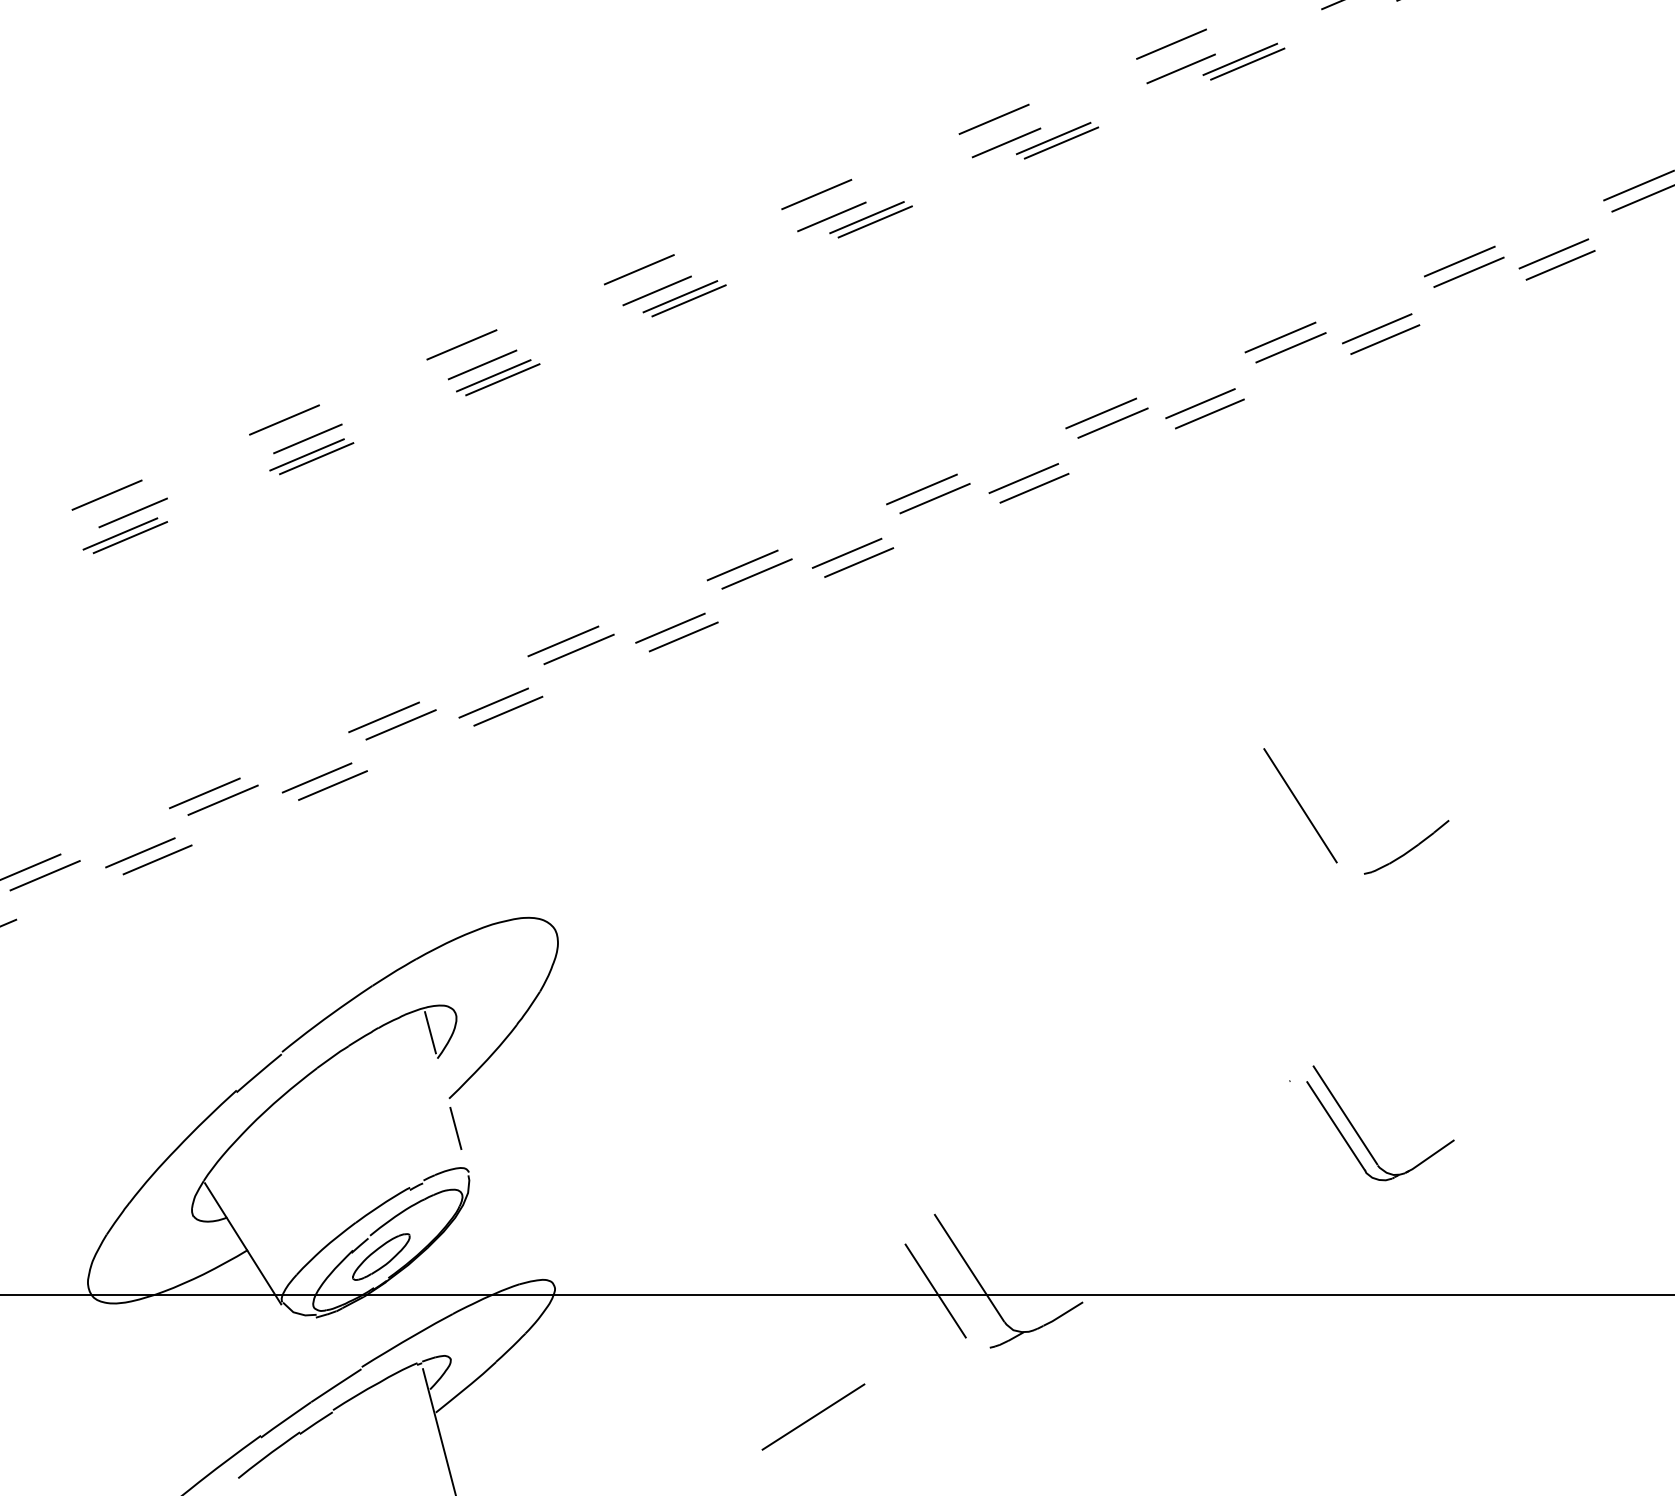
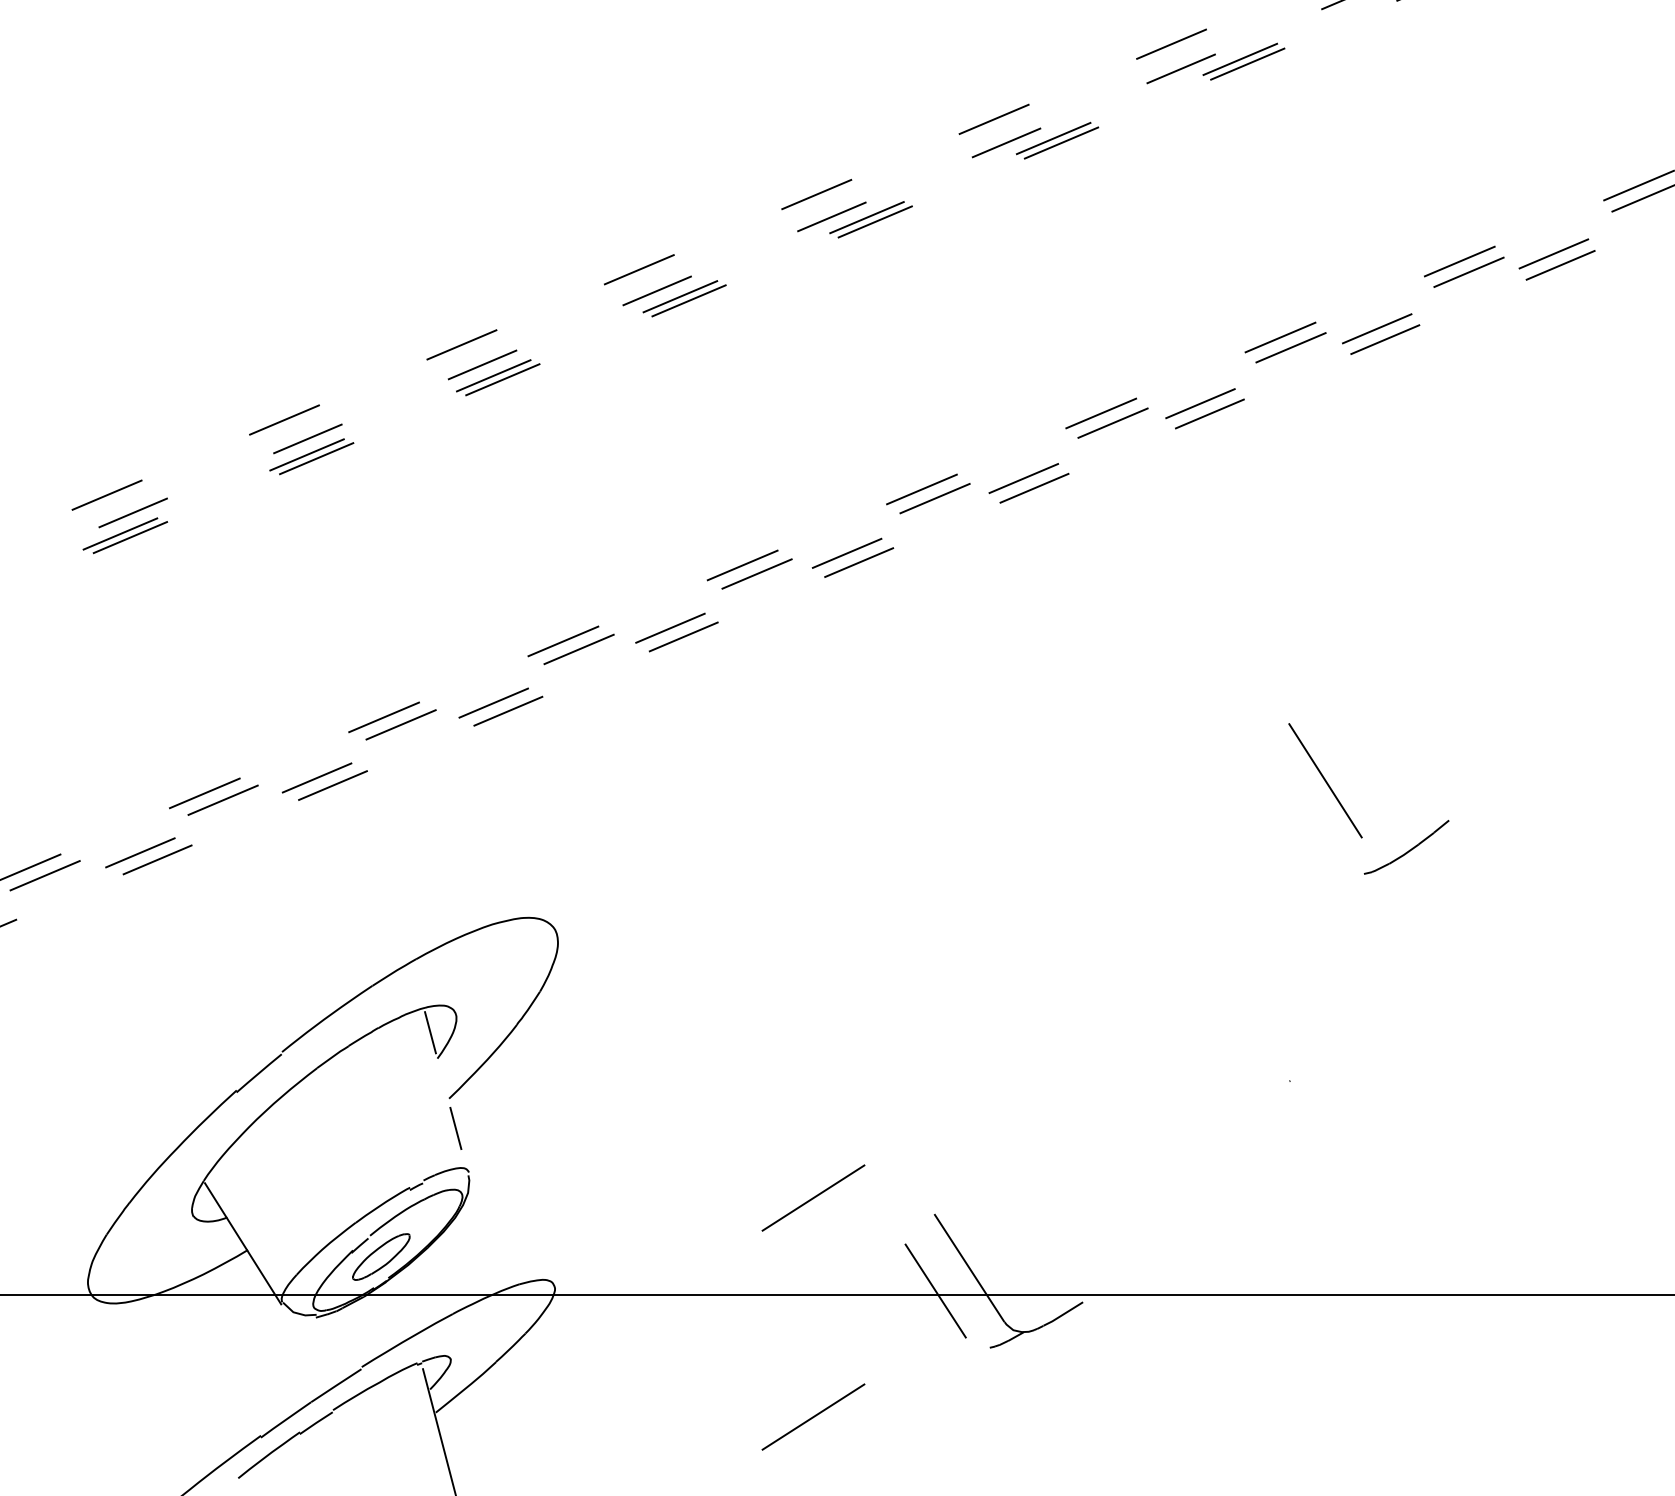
line at (1300, 805) position: (1300, 805) -> (1325, 780)
part at (1360, 1136): present -> none
line at (813, 1197): none -> present
